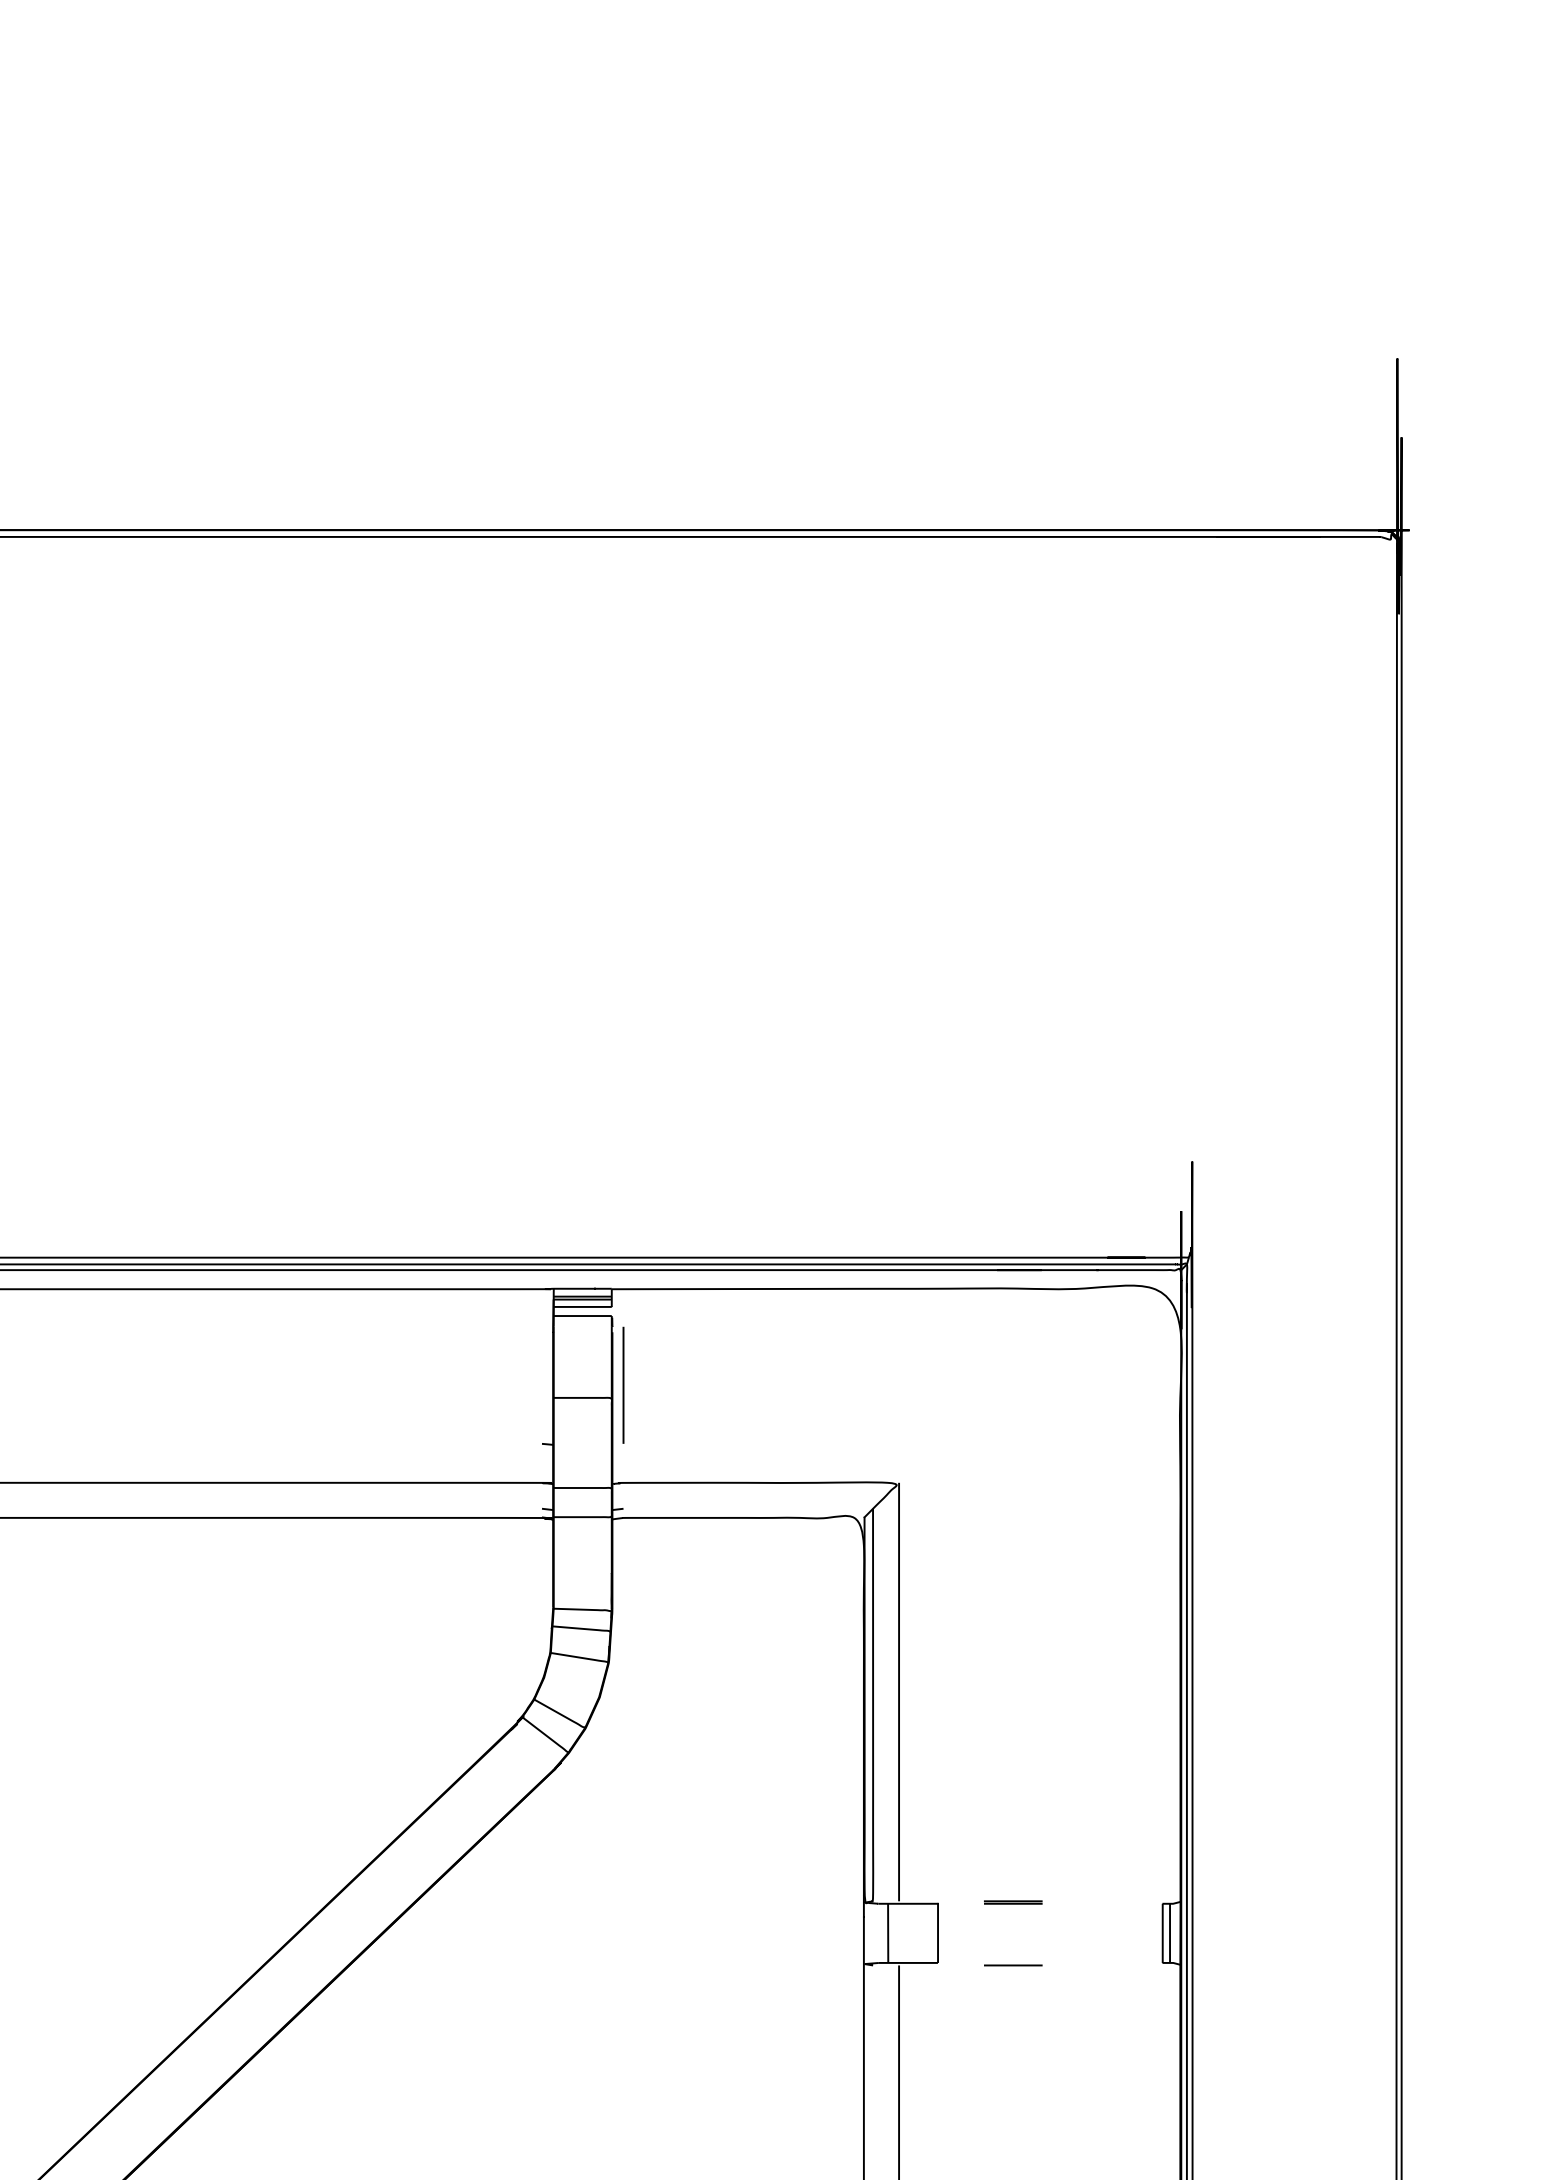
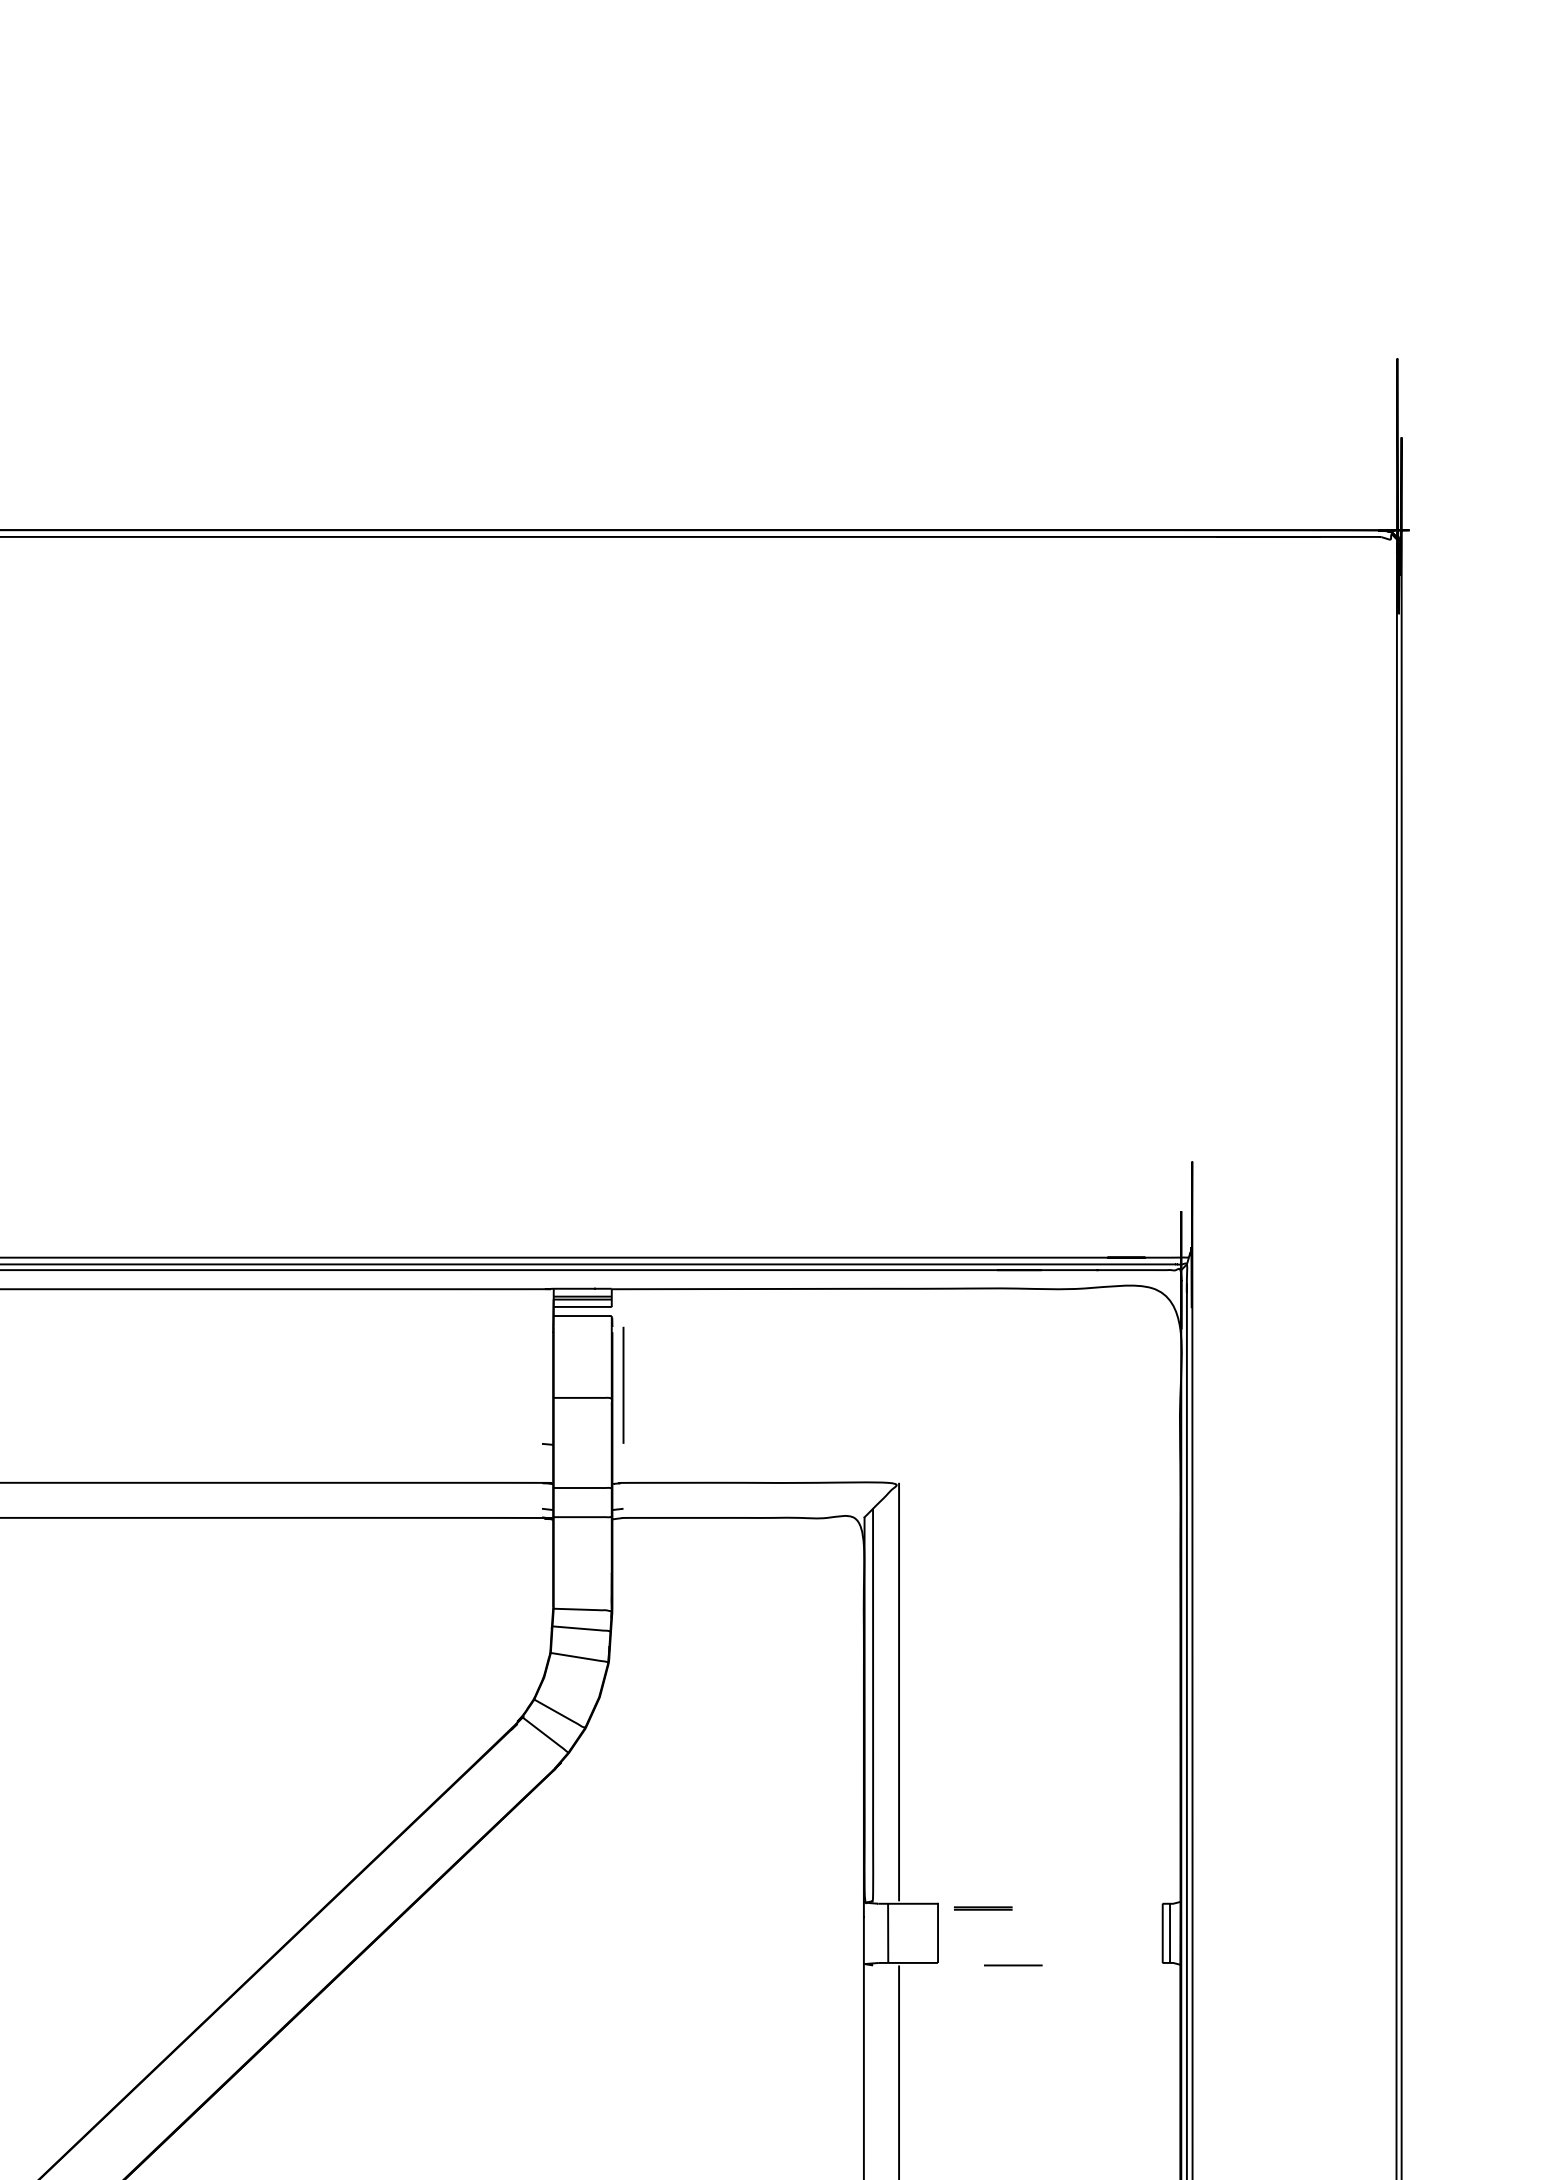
line at (1013, 1902) position: (1013, 1902) -> (983, 1908)
